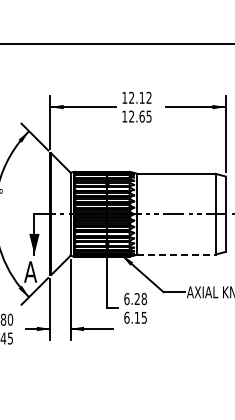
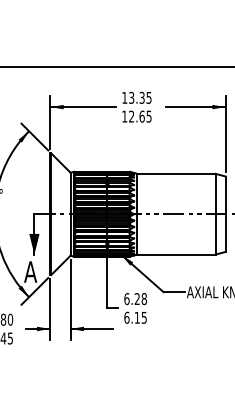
line at (116, 43) position: (116, 43) -> (116, 66)
text at (140, 97): 12.12 -> 13.35
line at (177, 254): dashed -> solid
